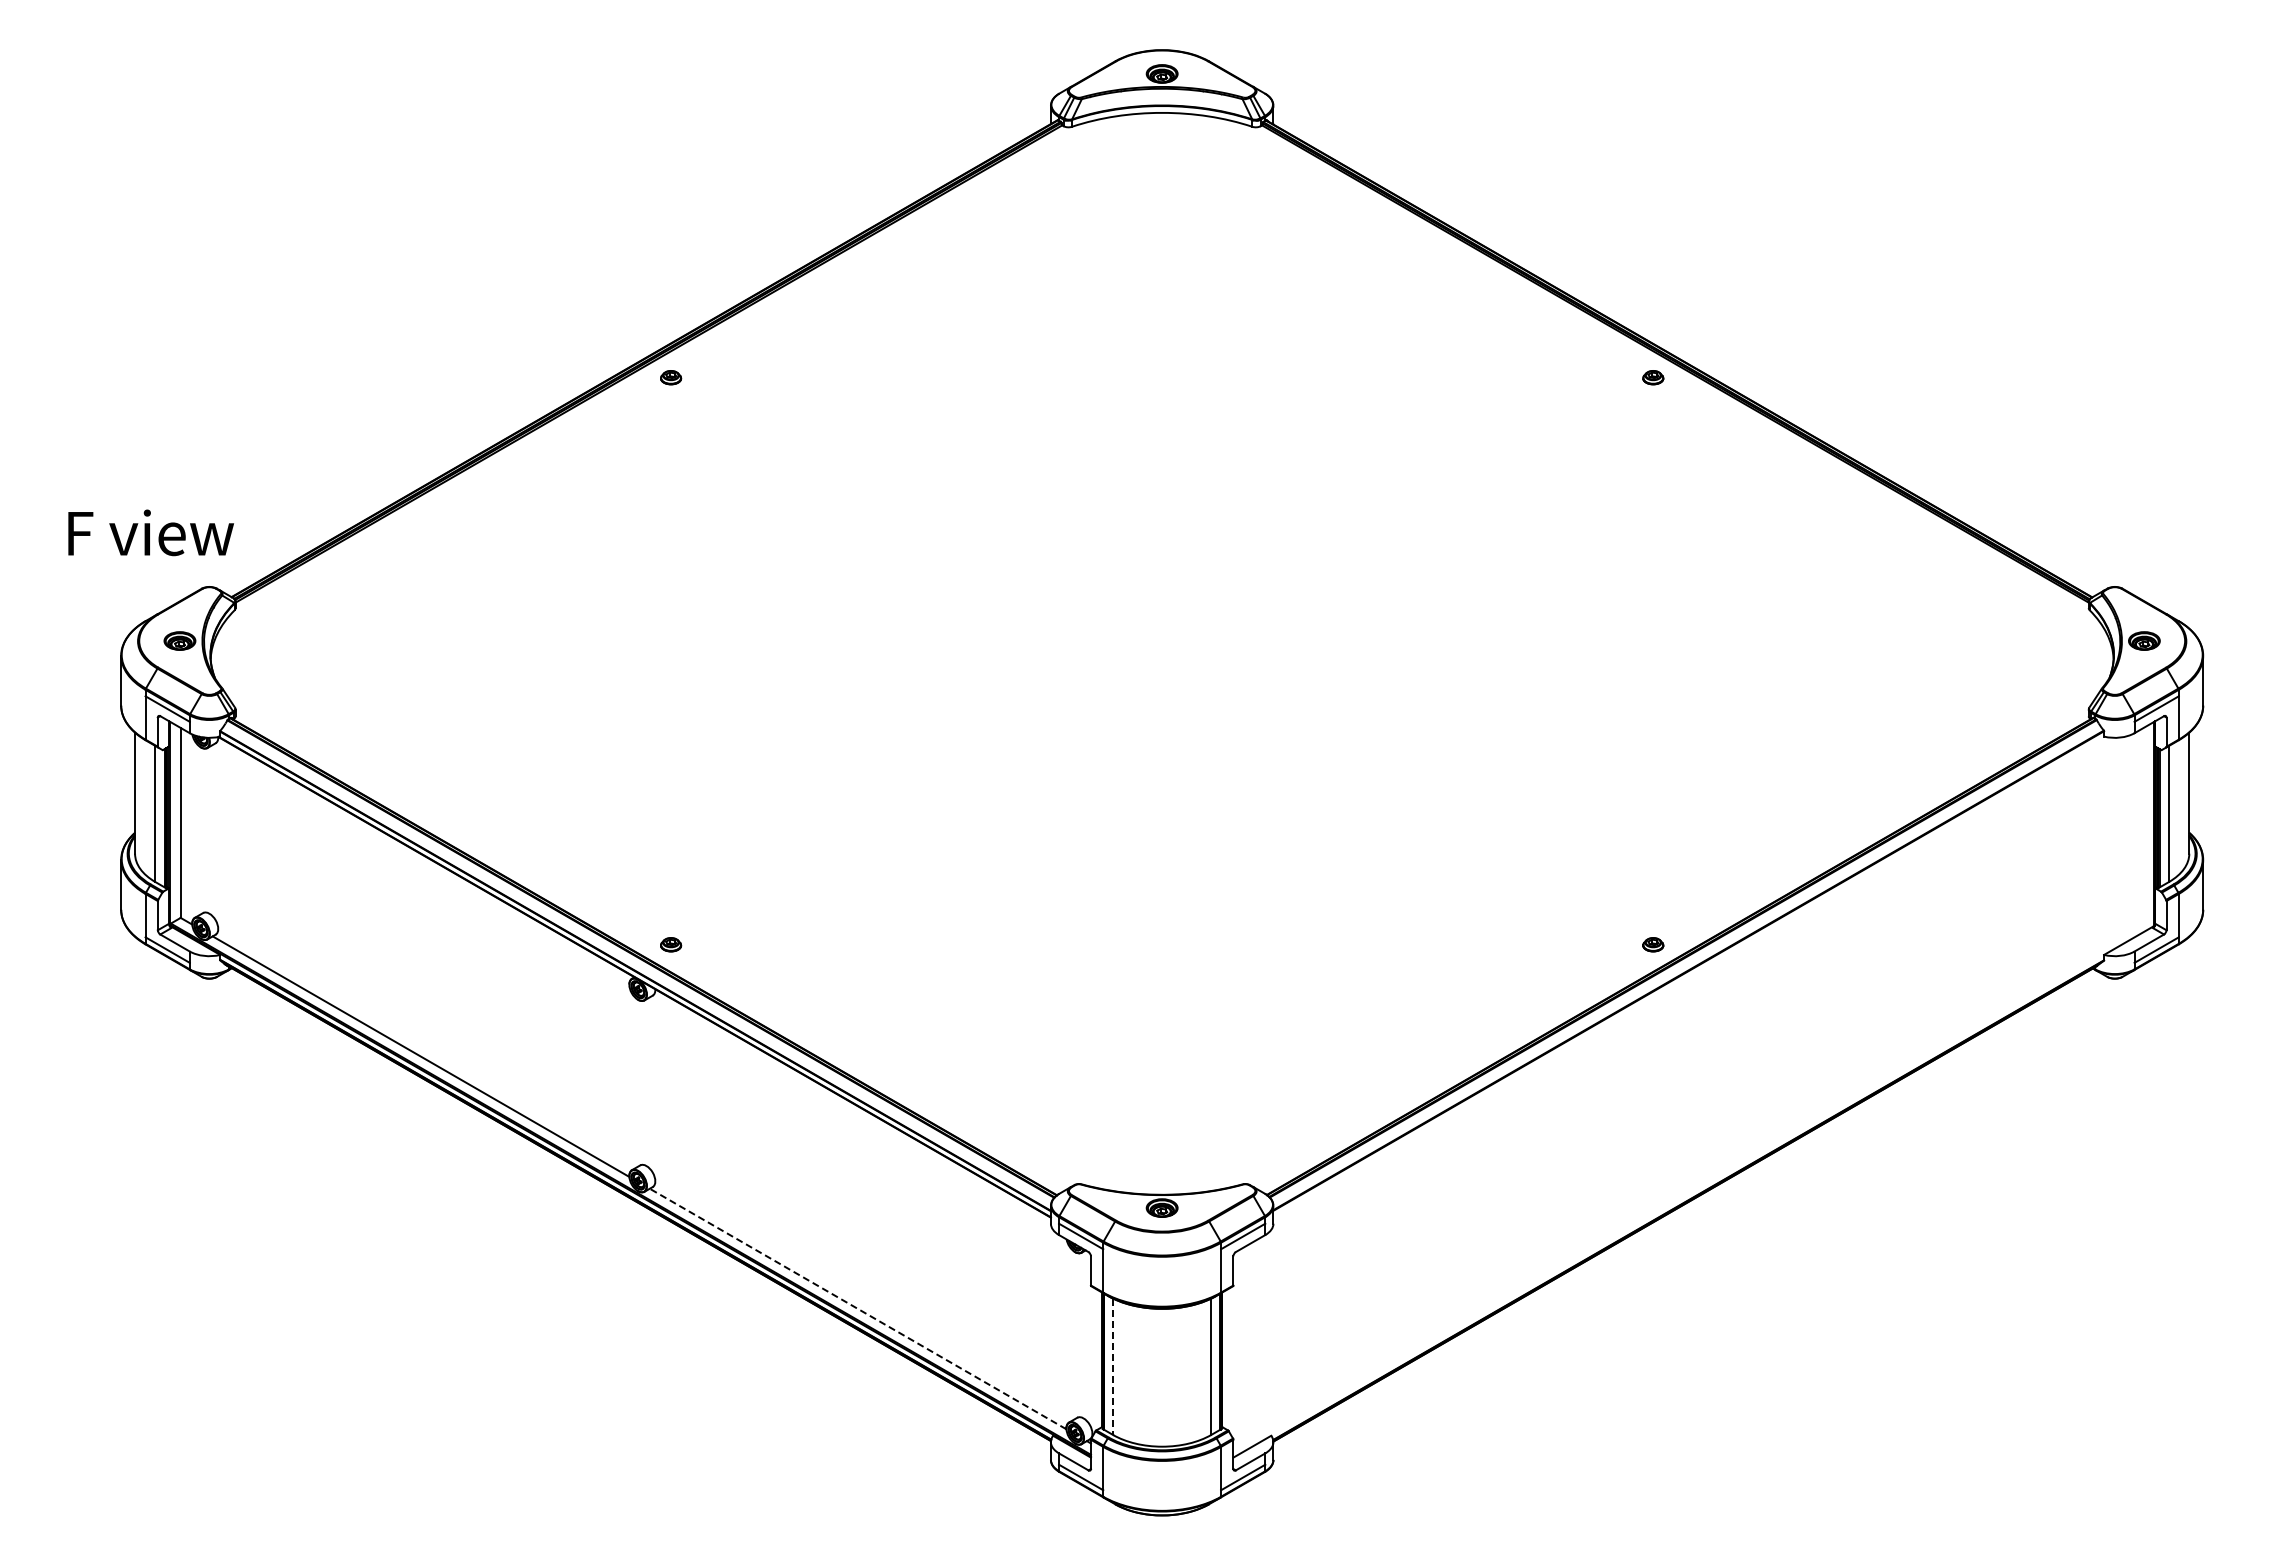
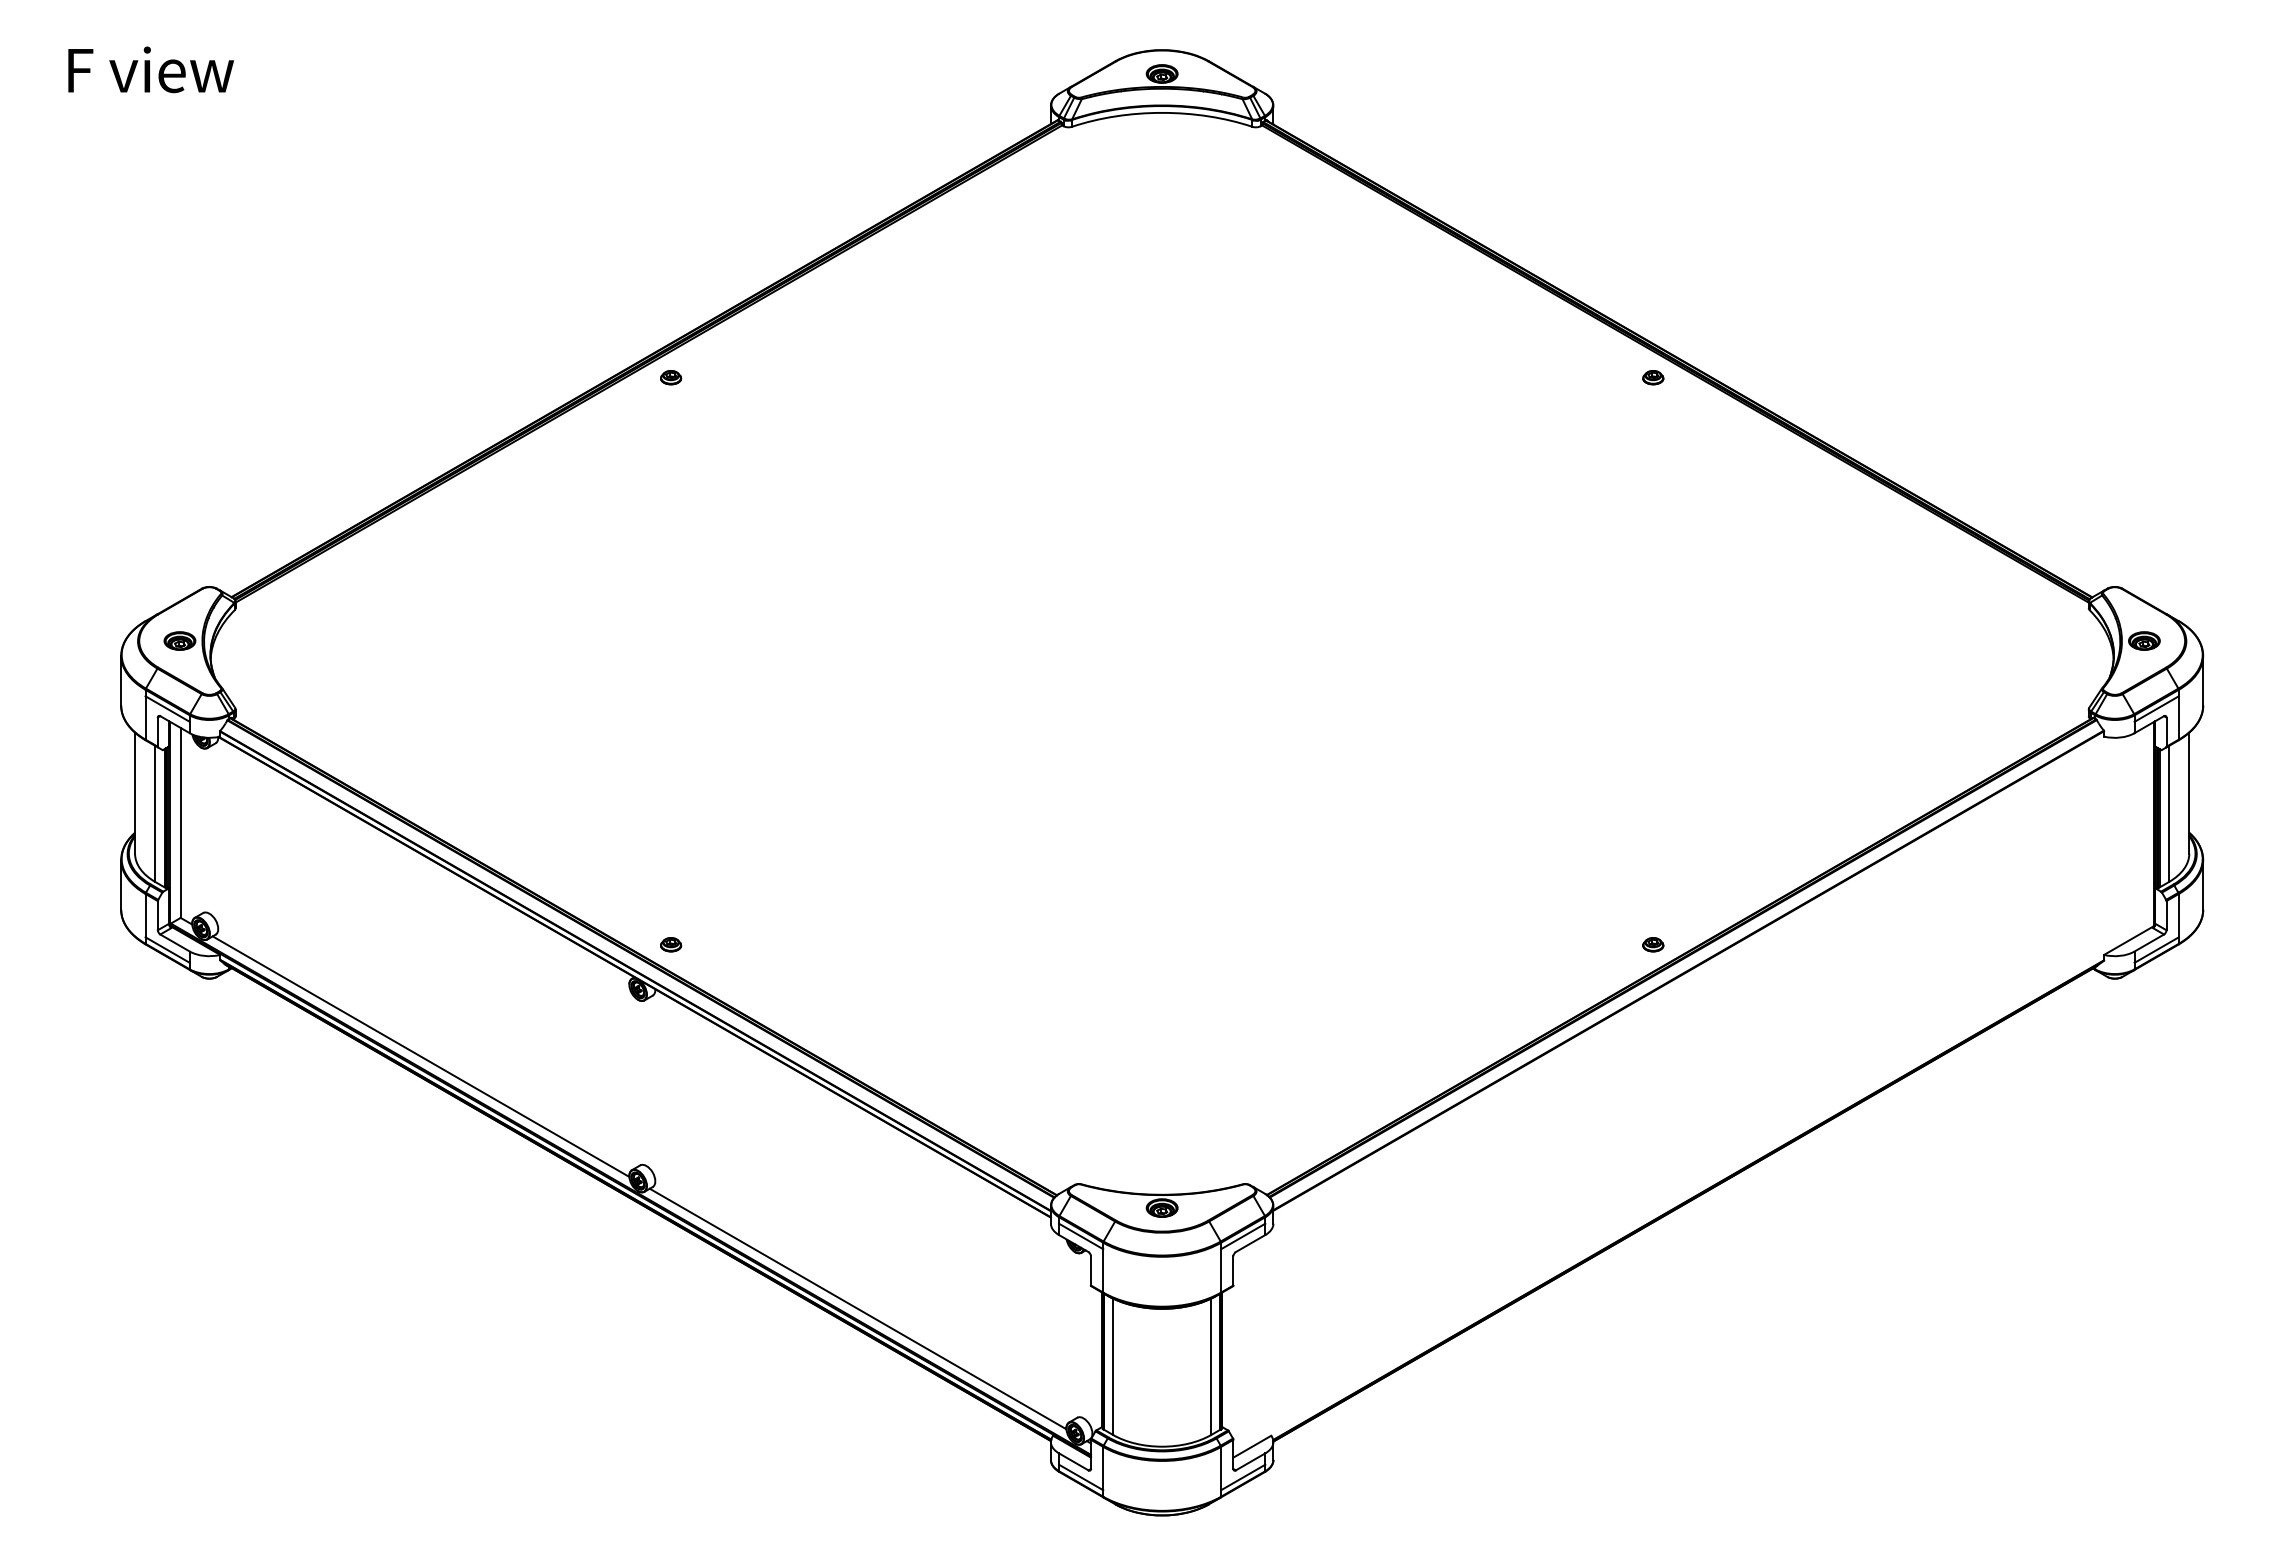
text at (150, 532) position: (150, 532) -> (150, 69)
line at (858, 1309): dashed -> solid
line at (1113, 1367): dashed -> solid
